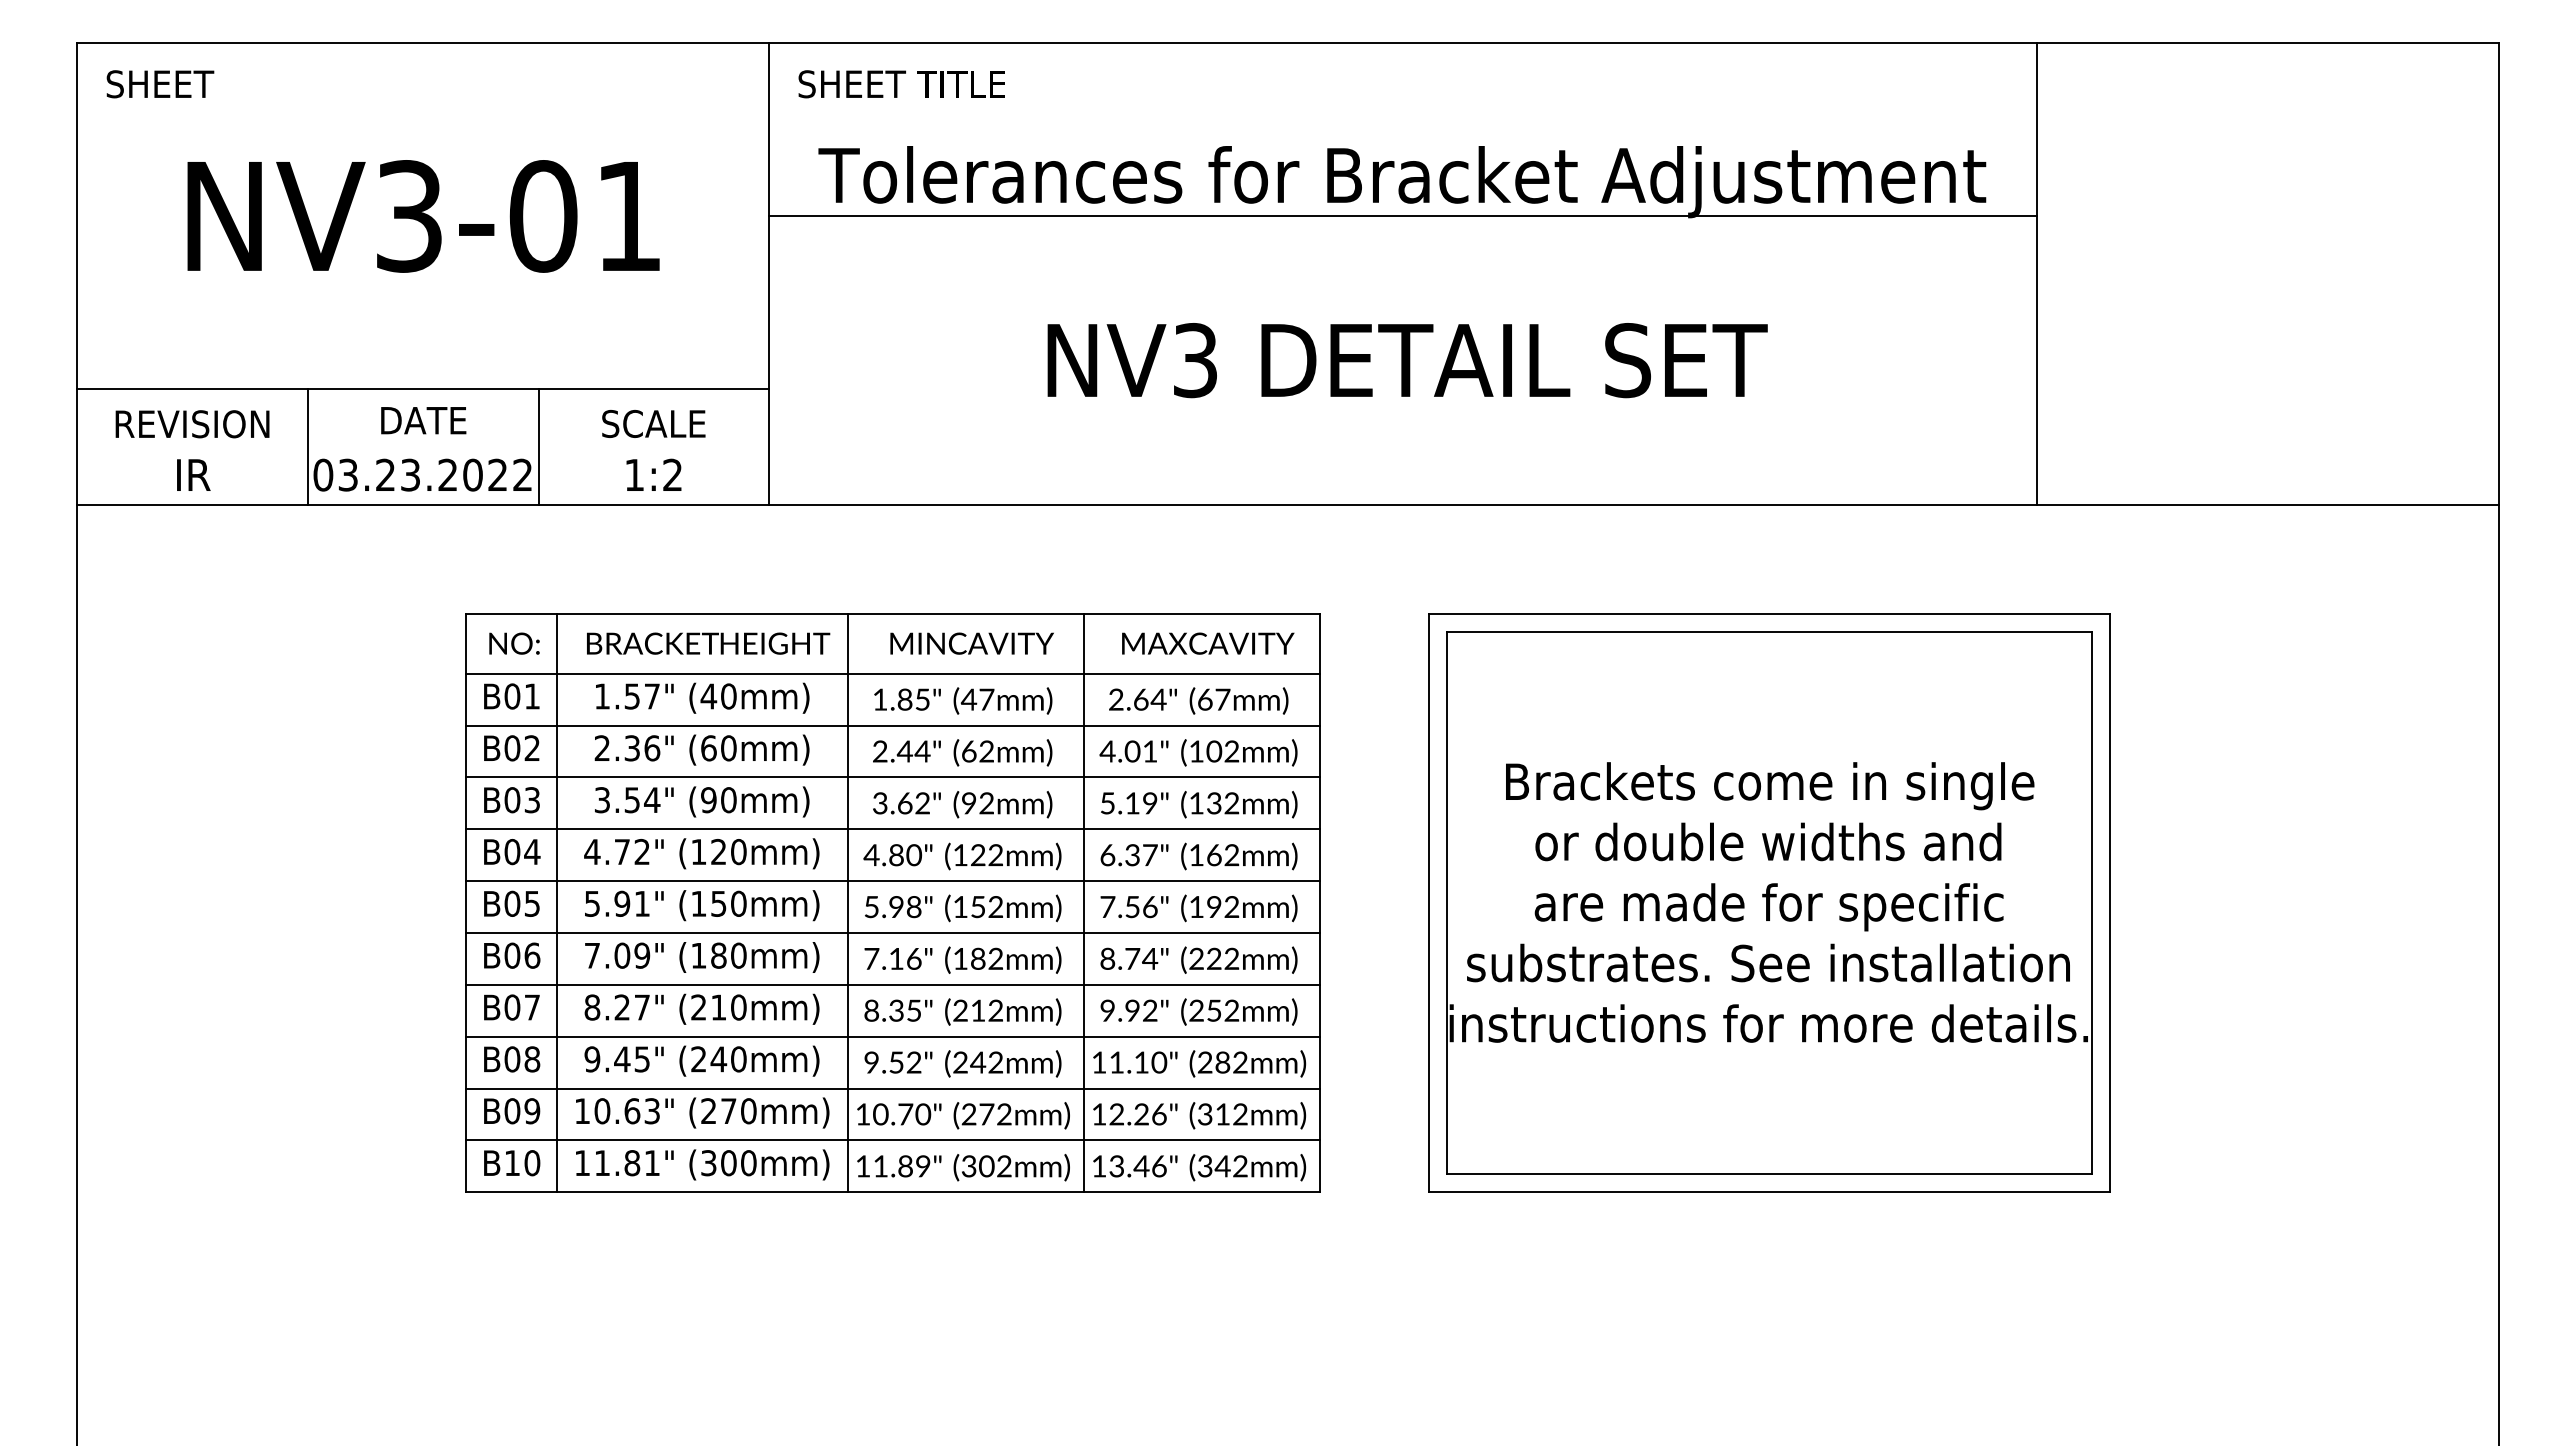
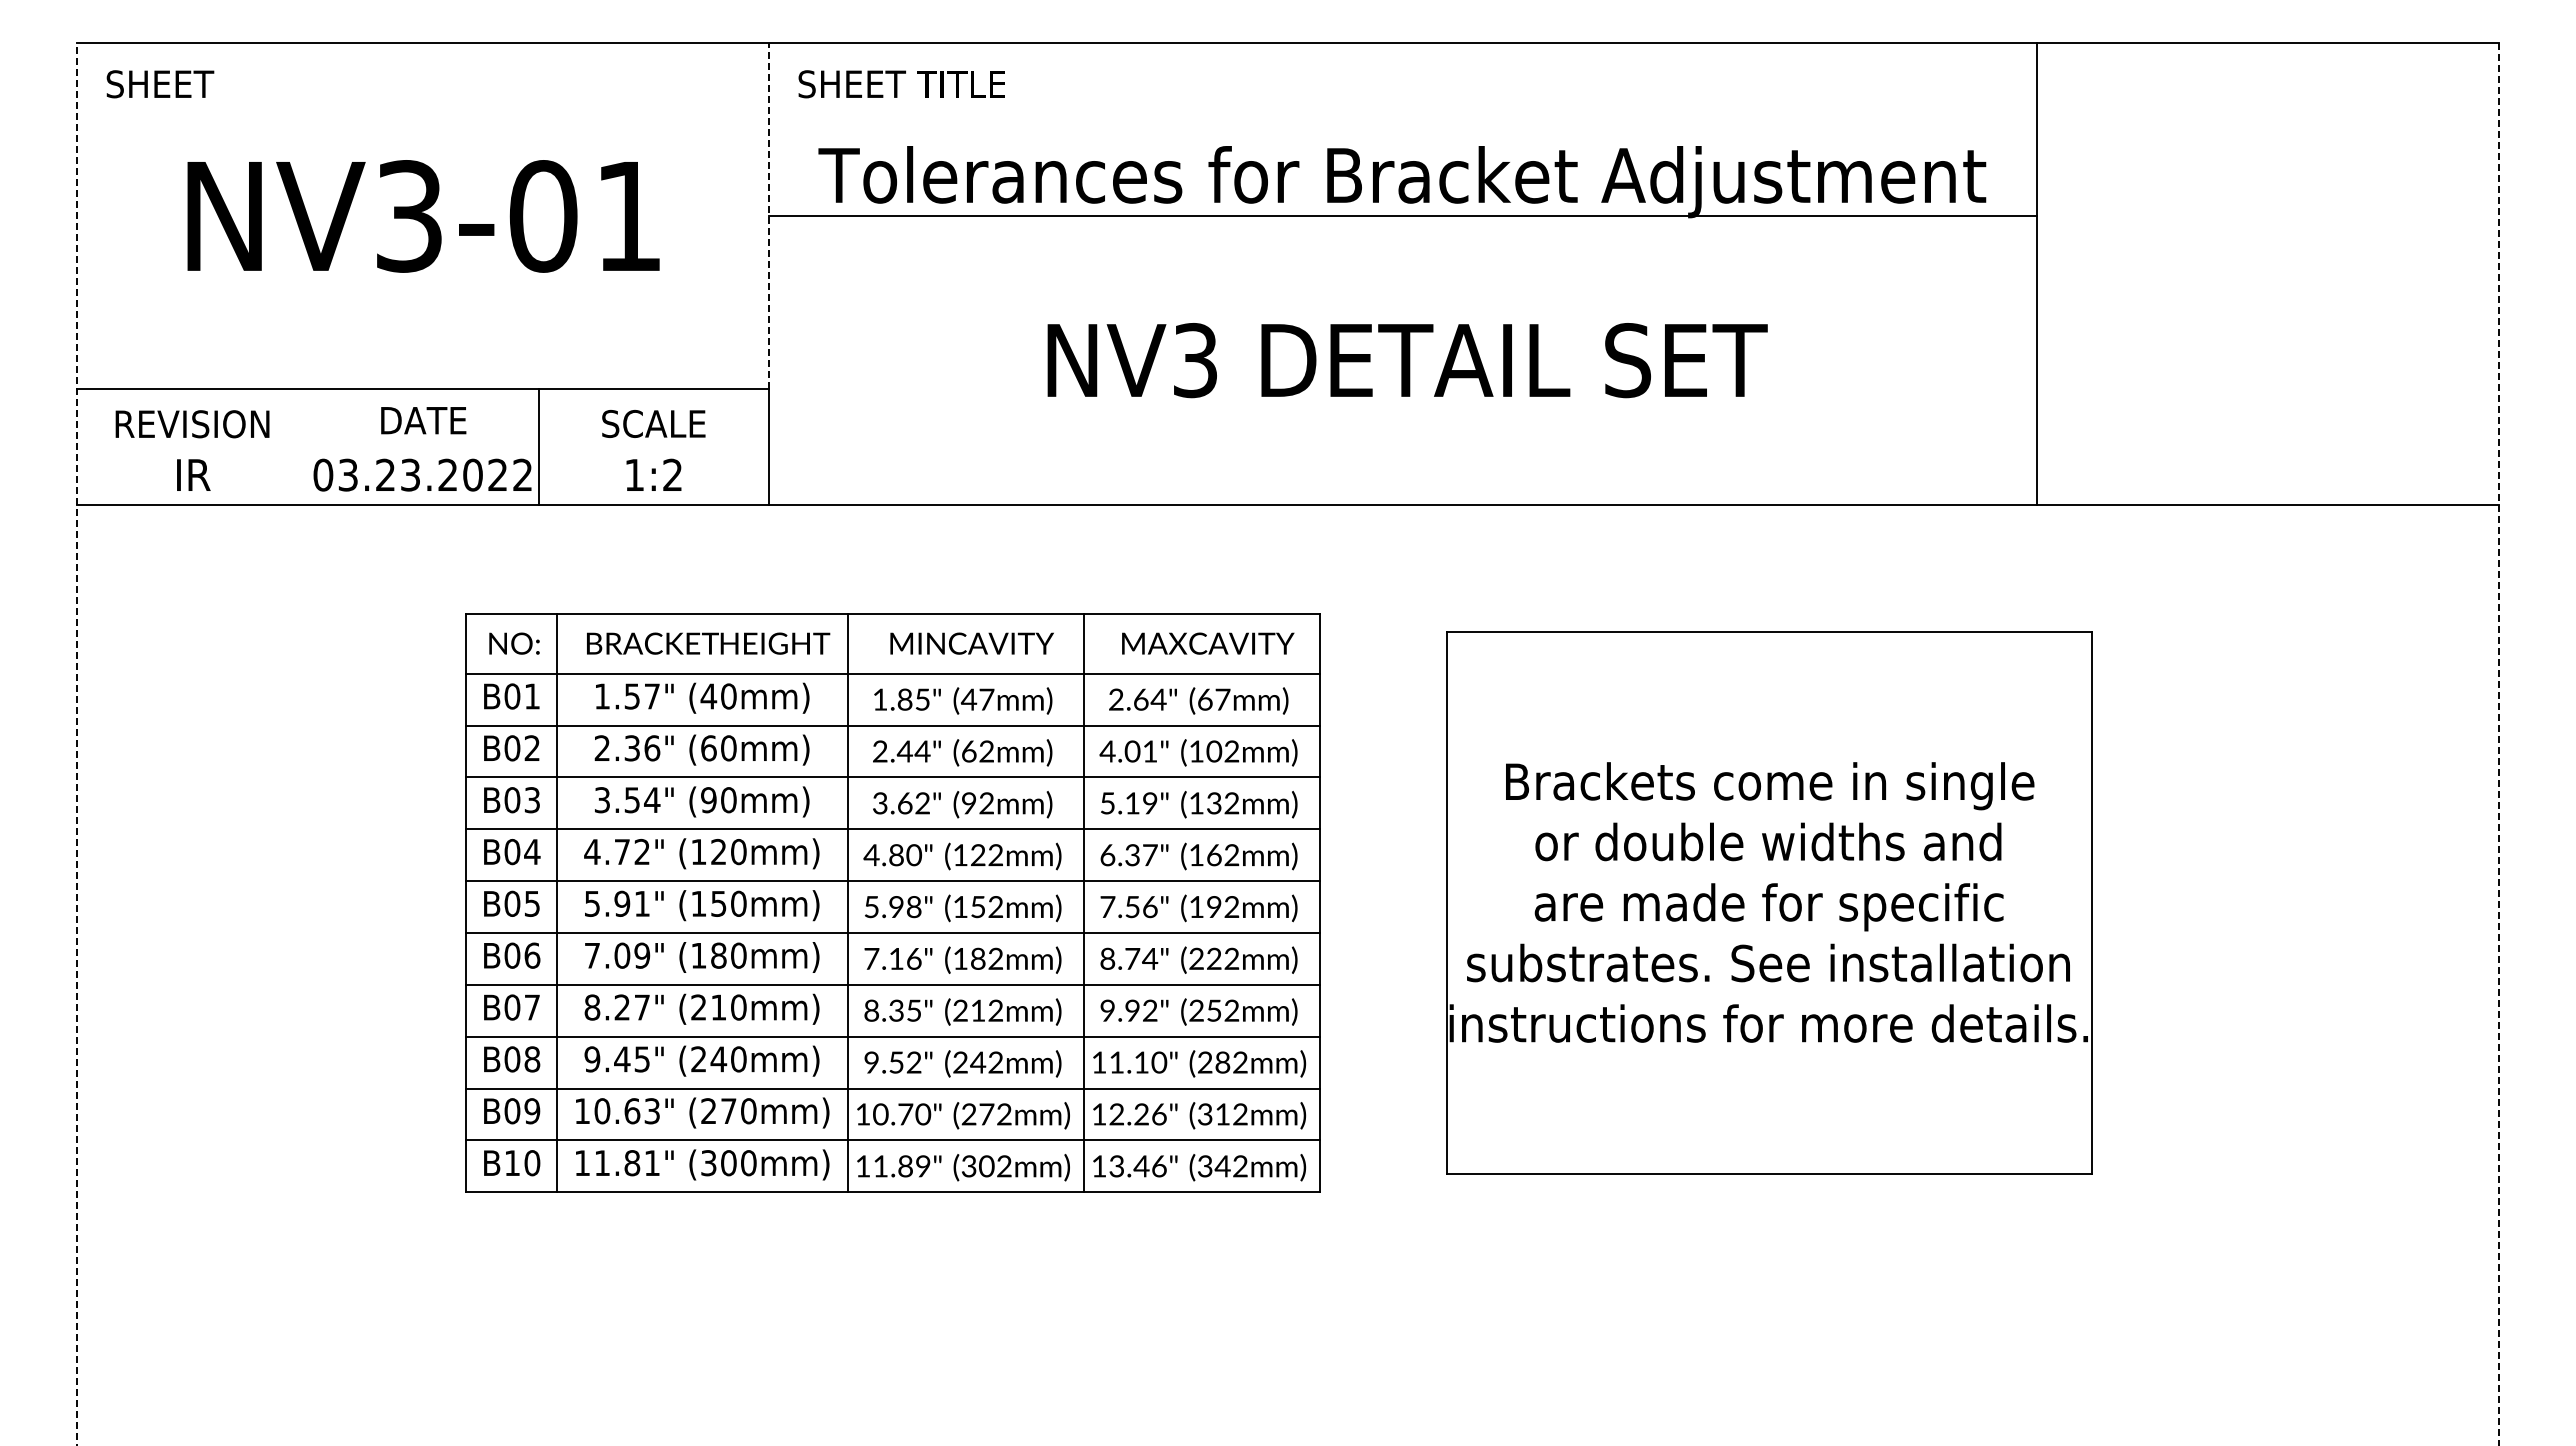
line at (769, 216): solid -> dashed
line at (307, 446): present -> none
line at (77, 744): solid -> dashed
line at (2498, 744): solid -> dashed
part at (1769, 902): present -> none
